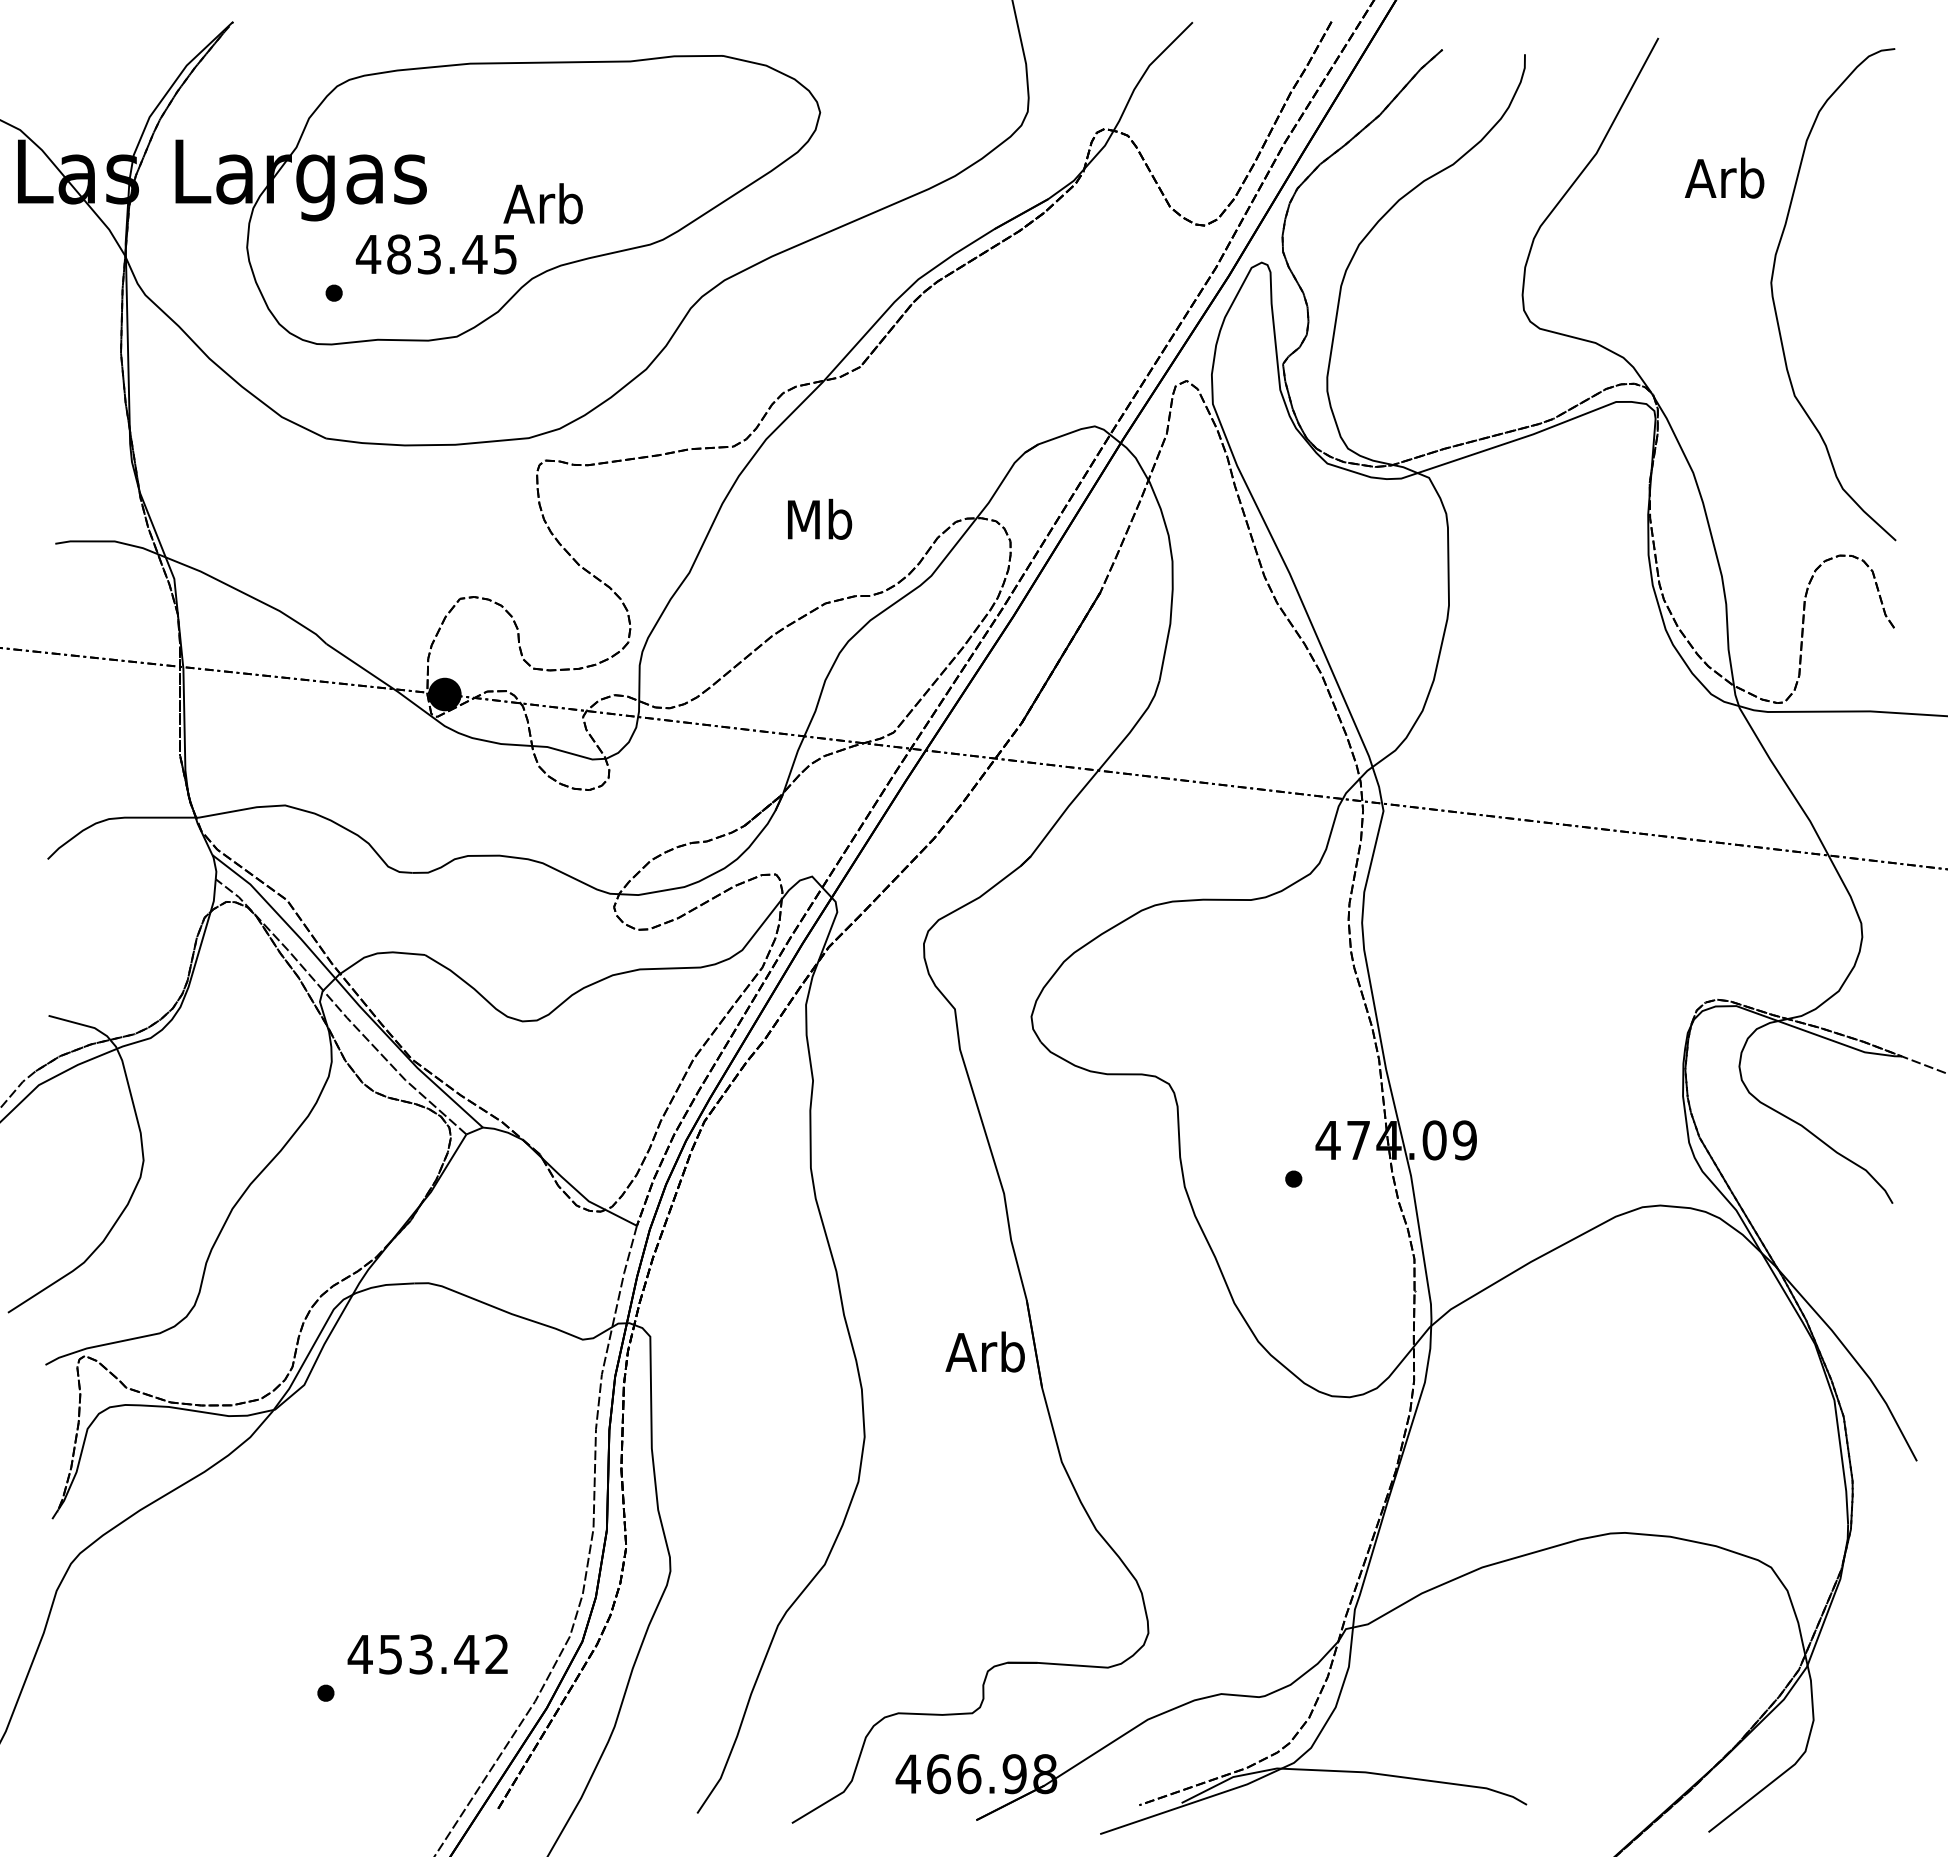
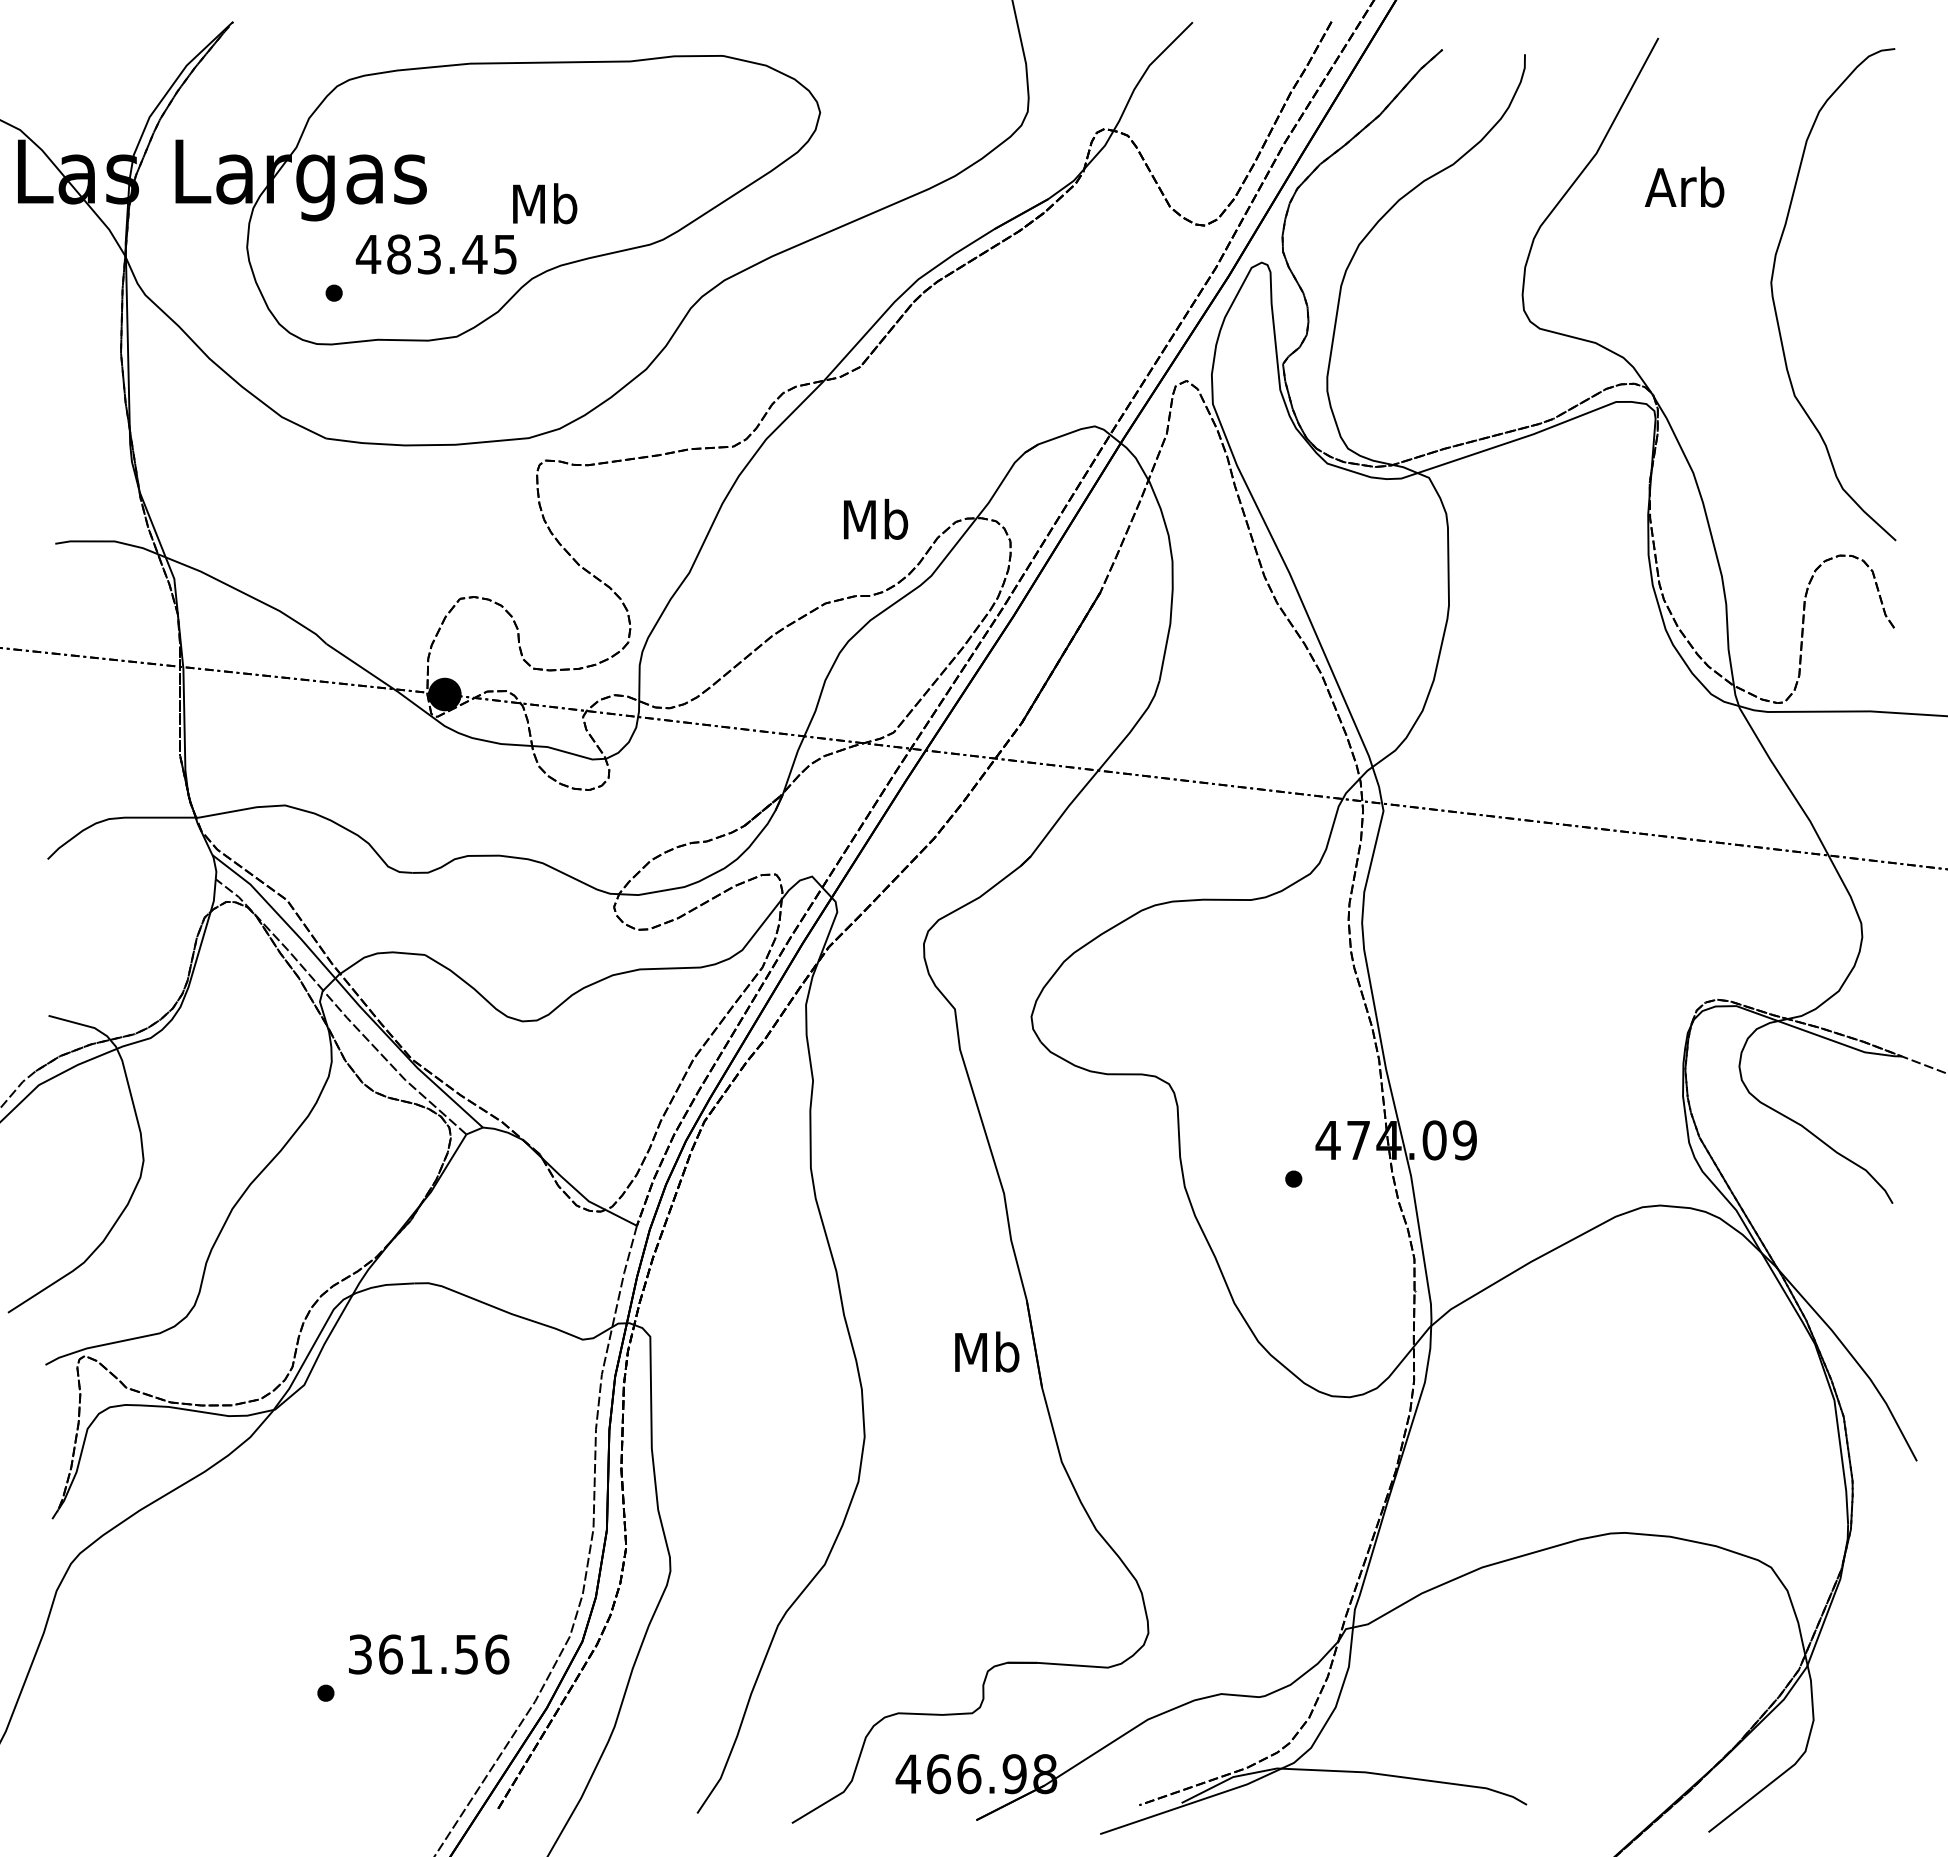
text at (1724, 177) position: (1724, 177) -> (1684, 186)
text at (542, 203): Arb -> Mb
text at (820, 518) position: (820, 518) -> (876, 518)
text at (984, 1351): Arb -> Mb
text at (428, 1654): 453.42 -> 361.56
